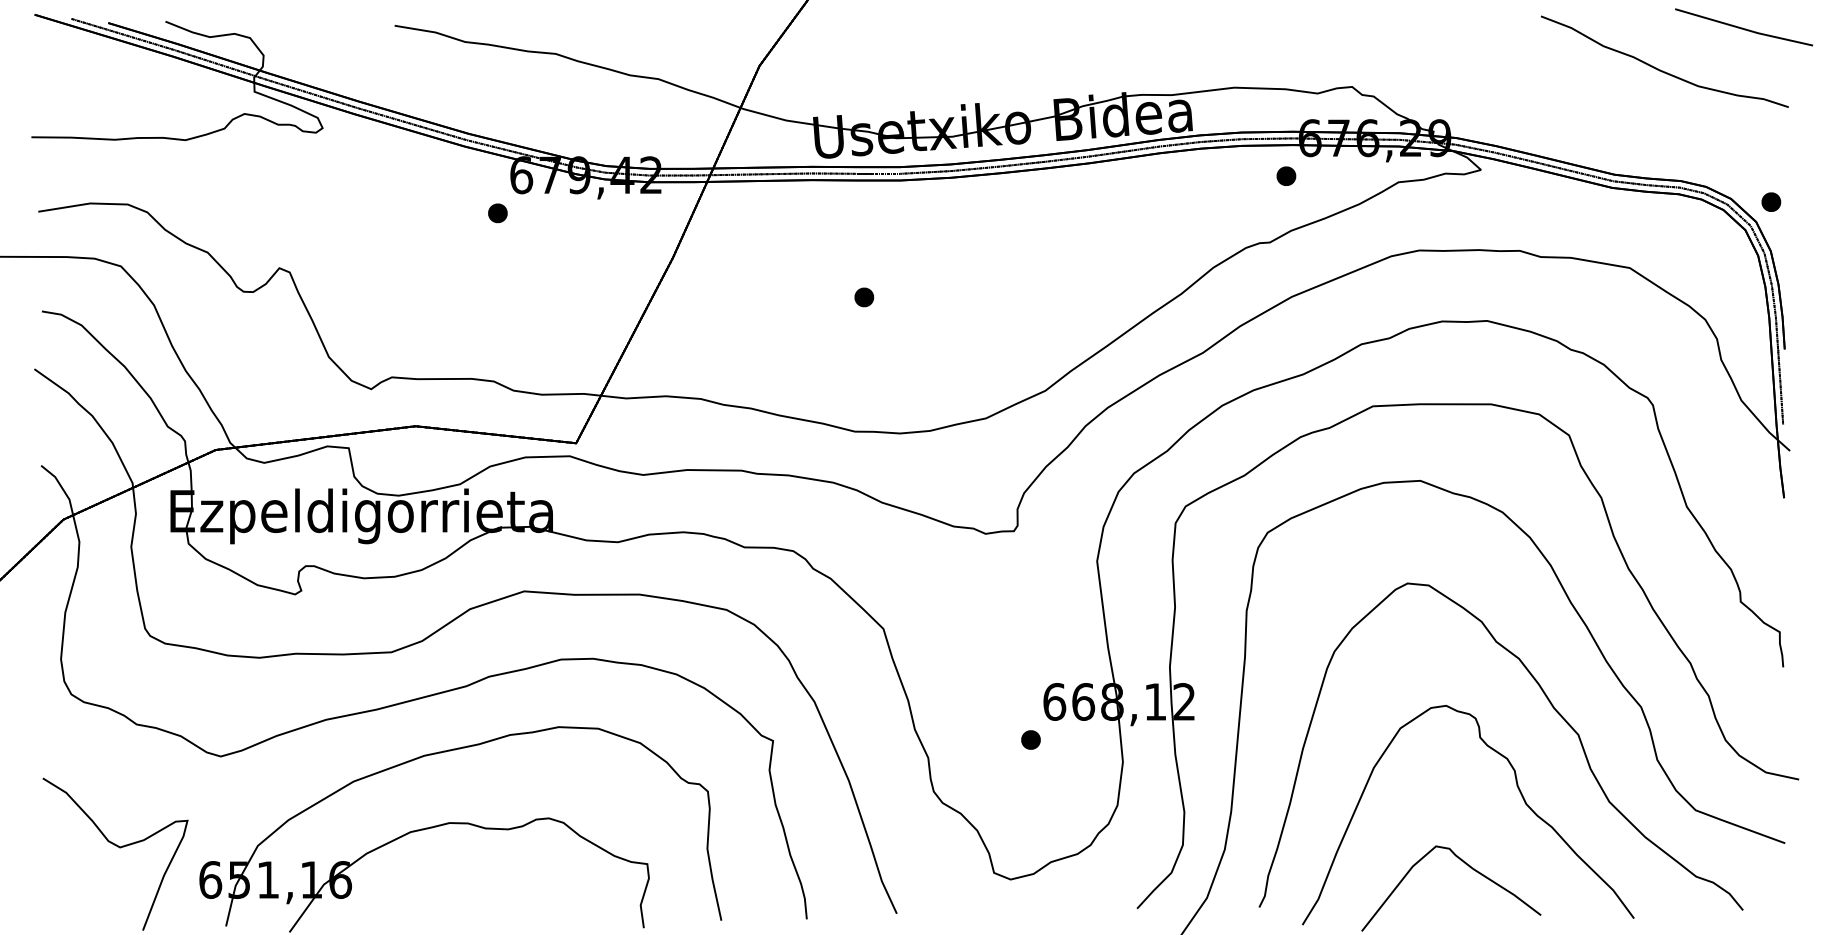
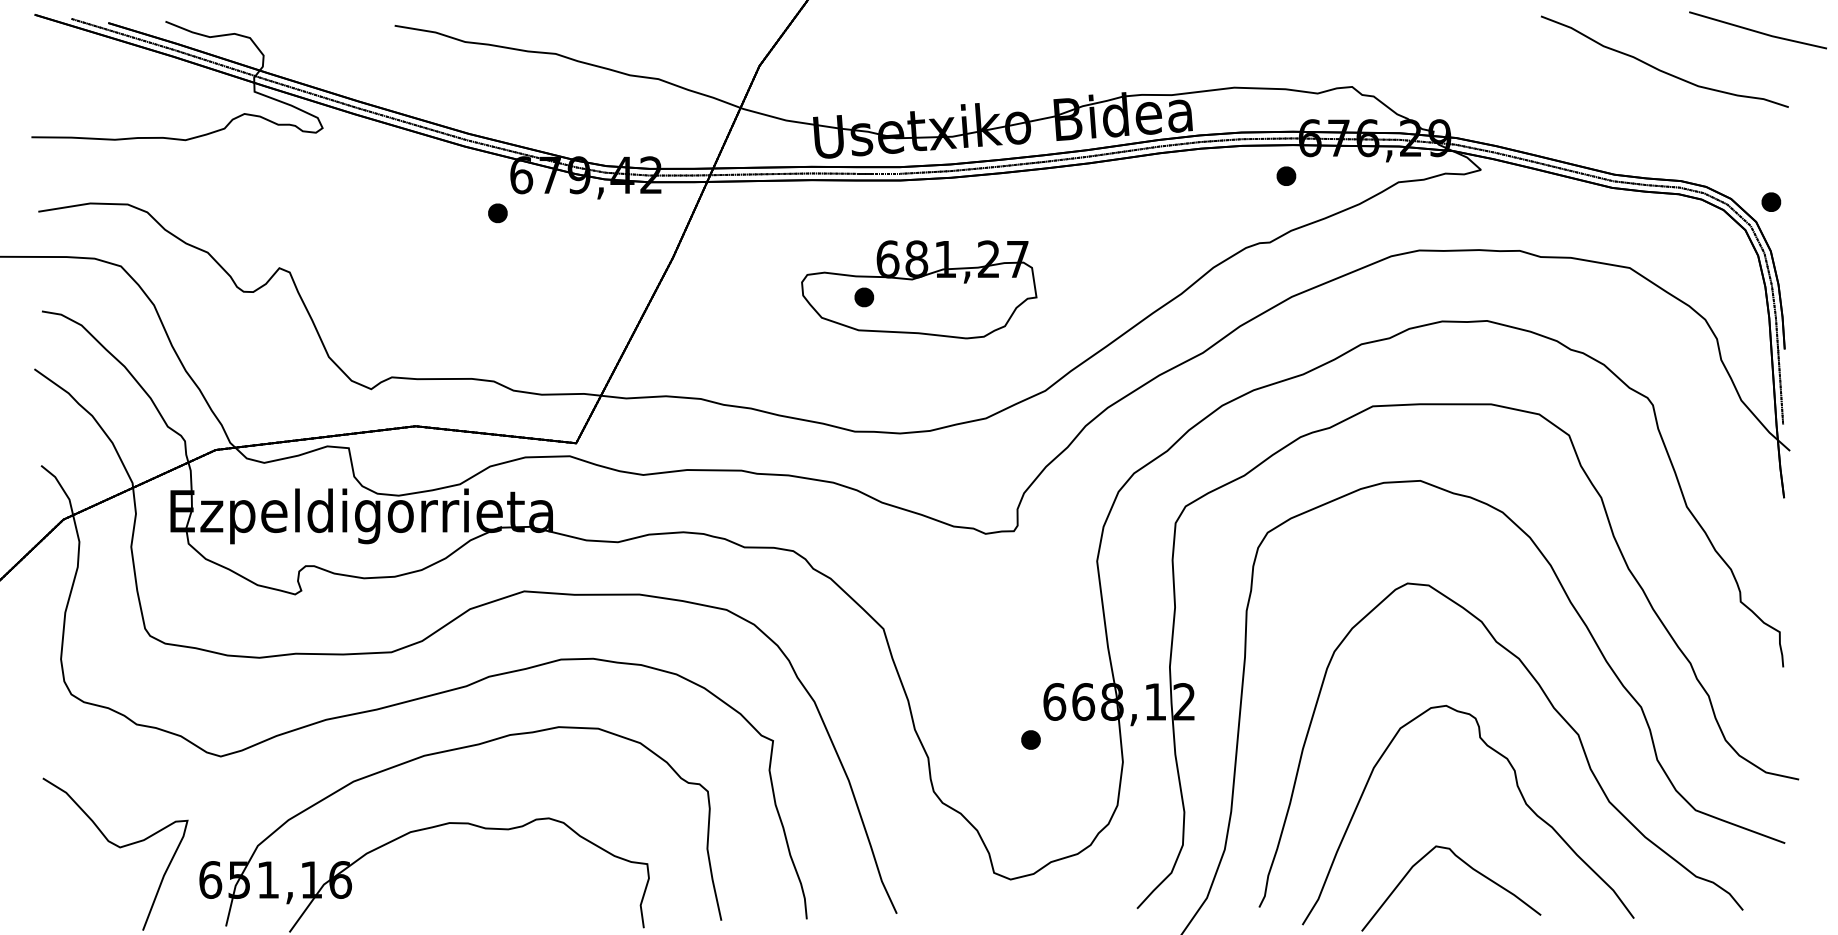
line at (1742, 27) position: (1742, 27) -> (1756, 30)
part at (919, 289): none -> present
